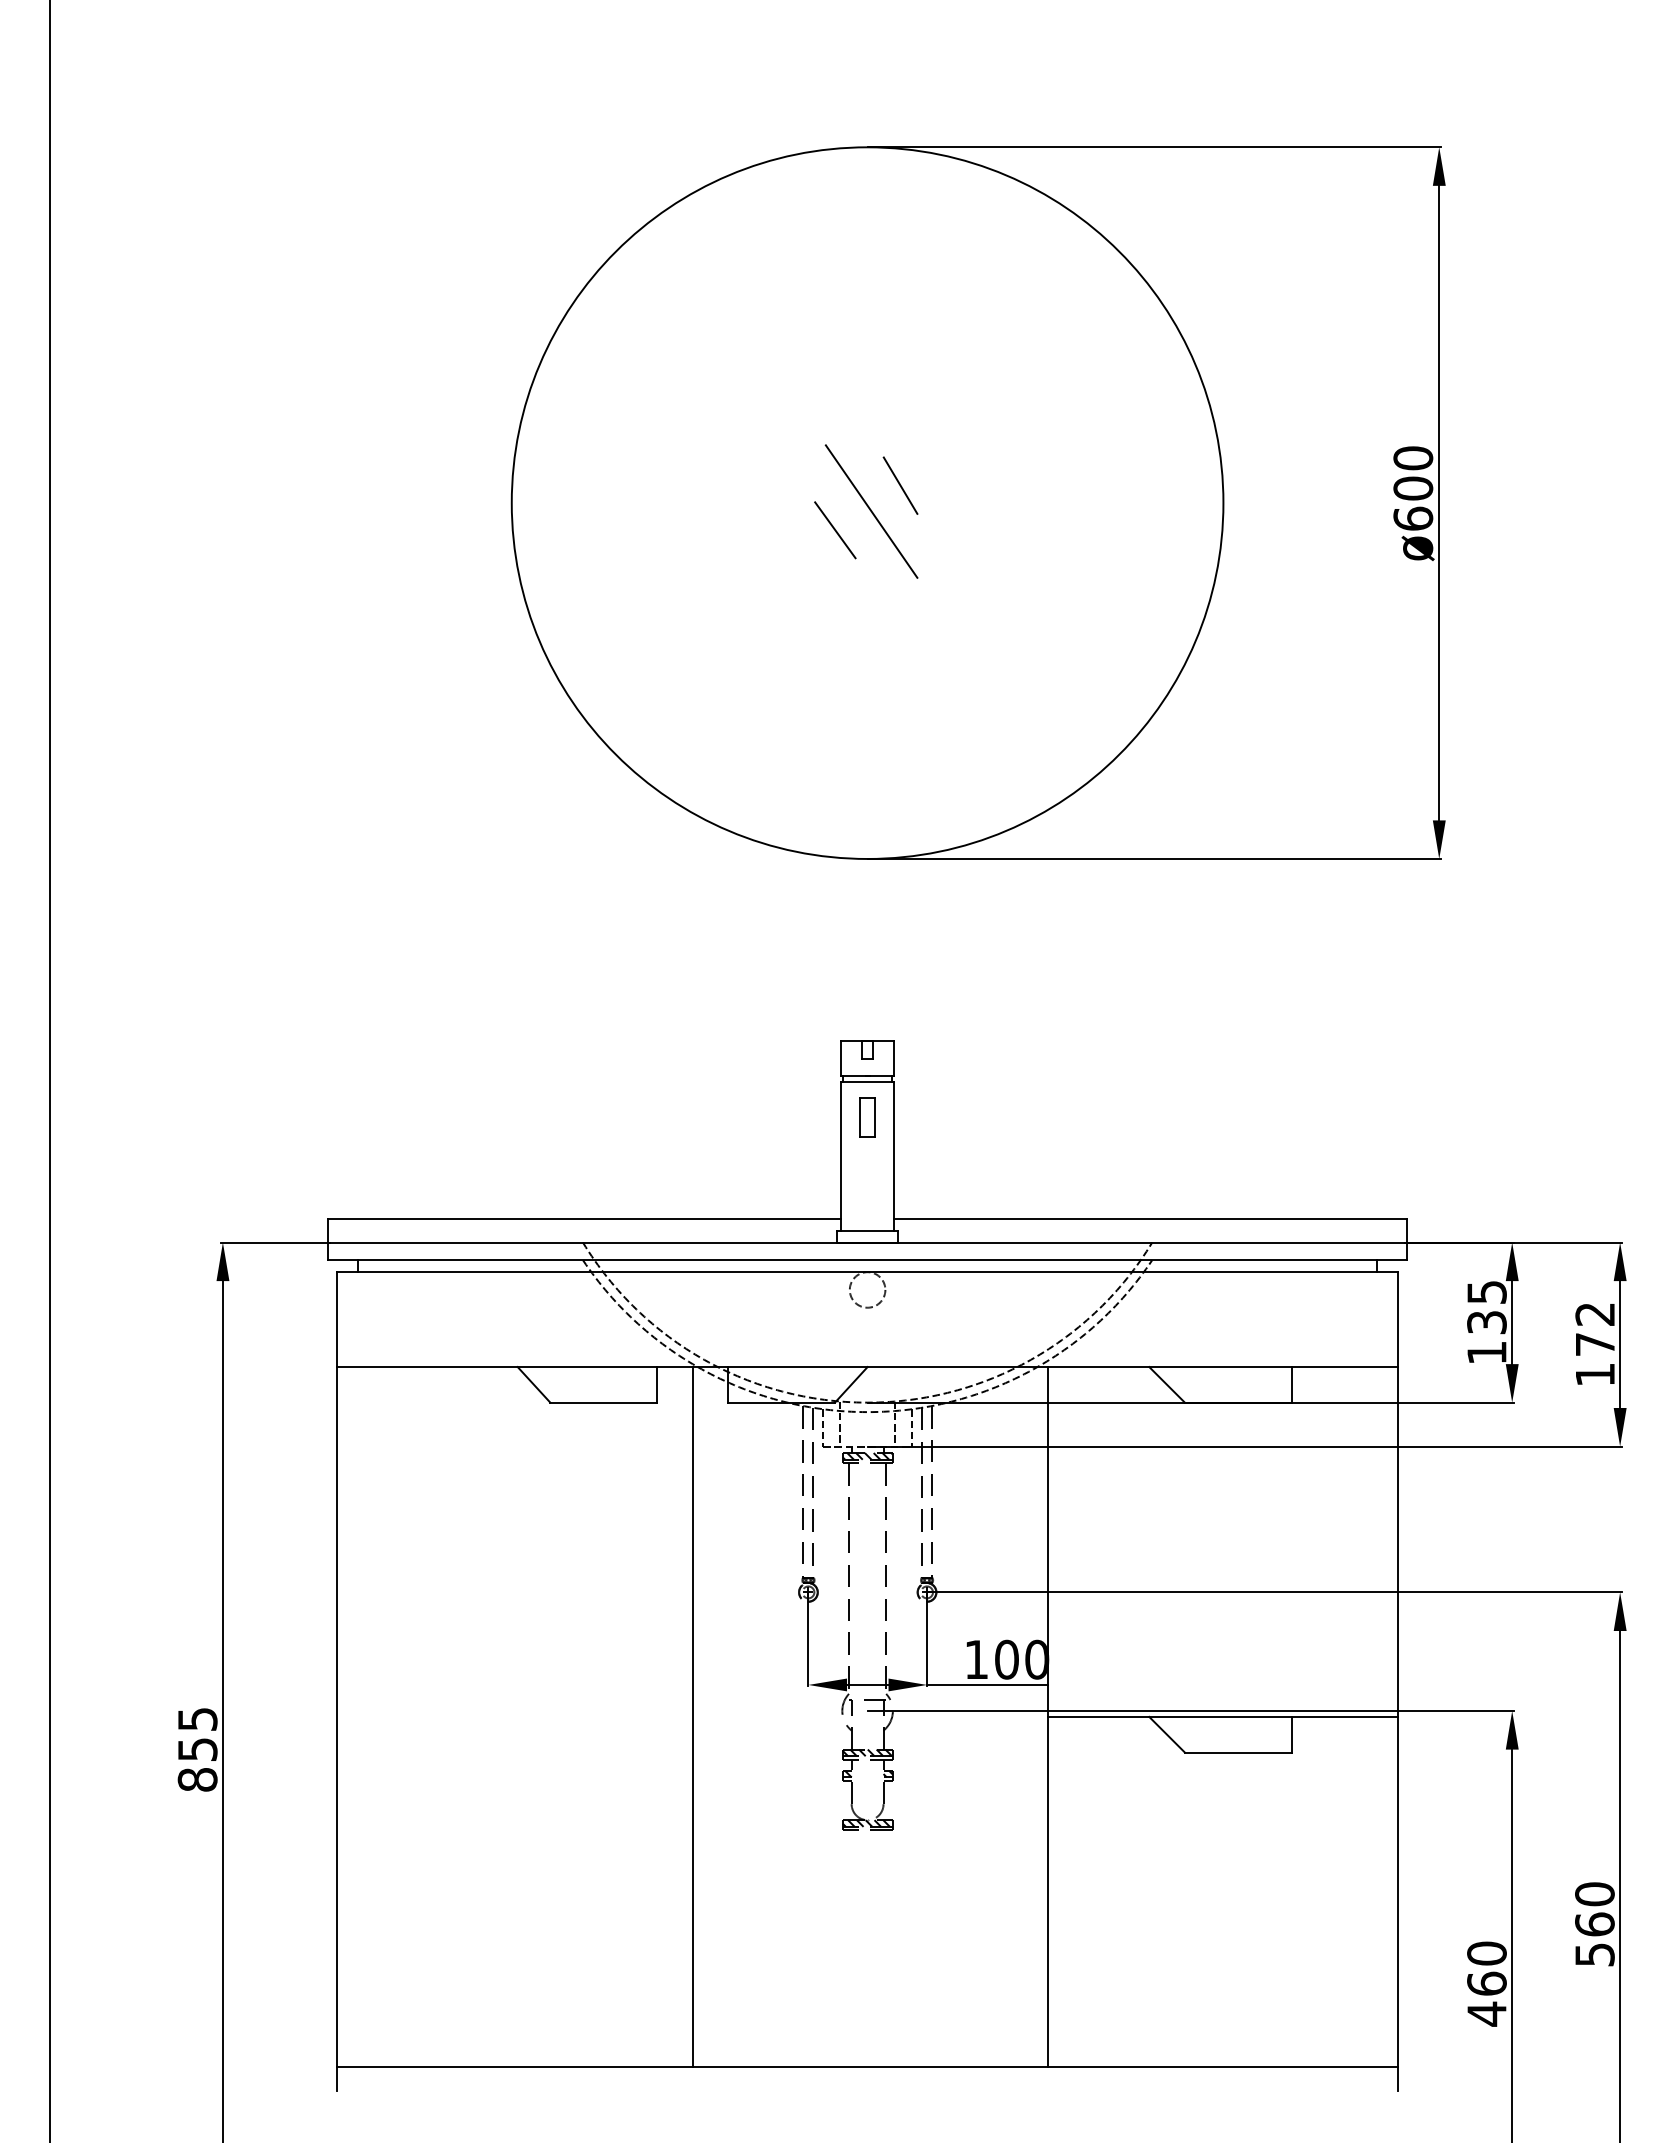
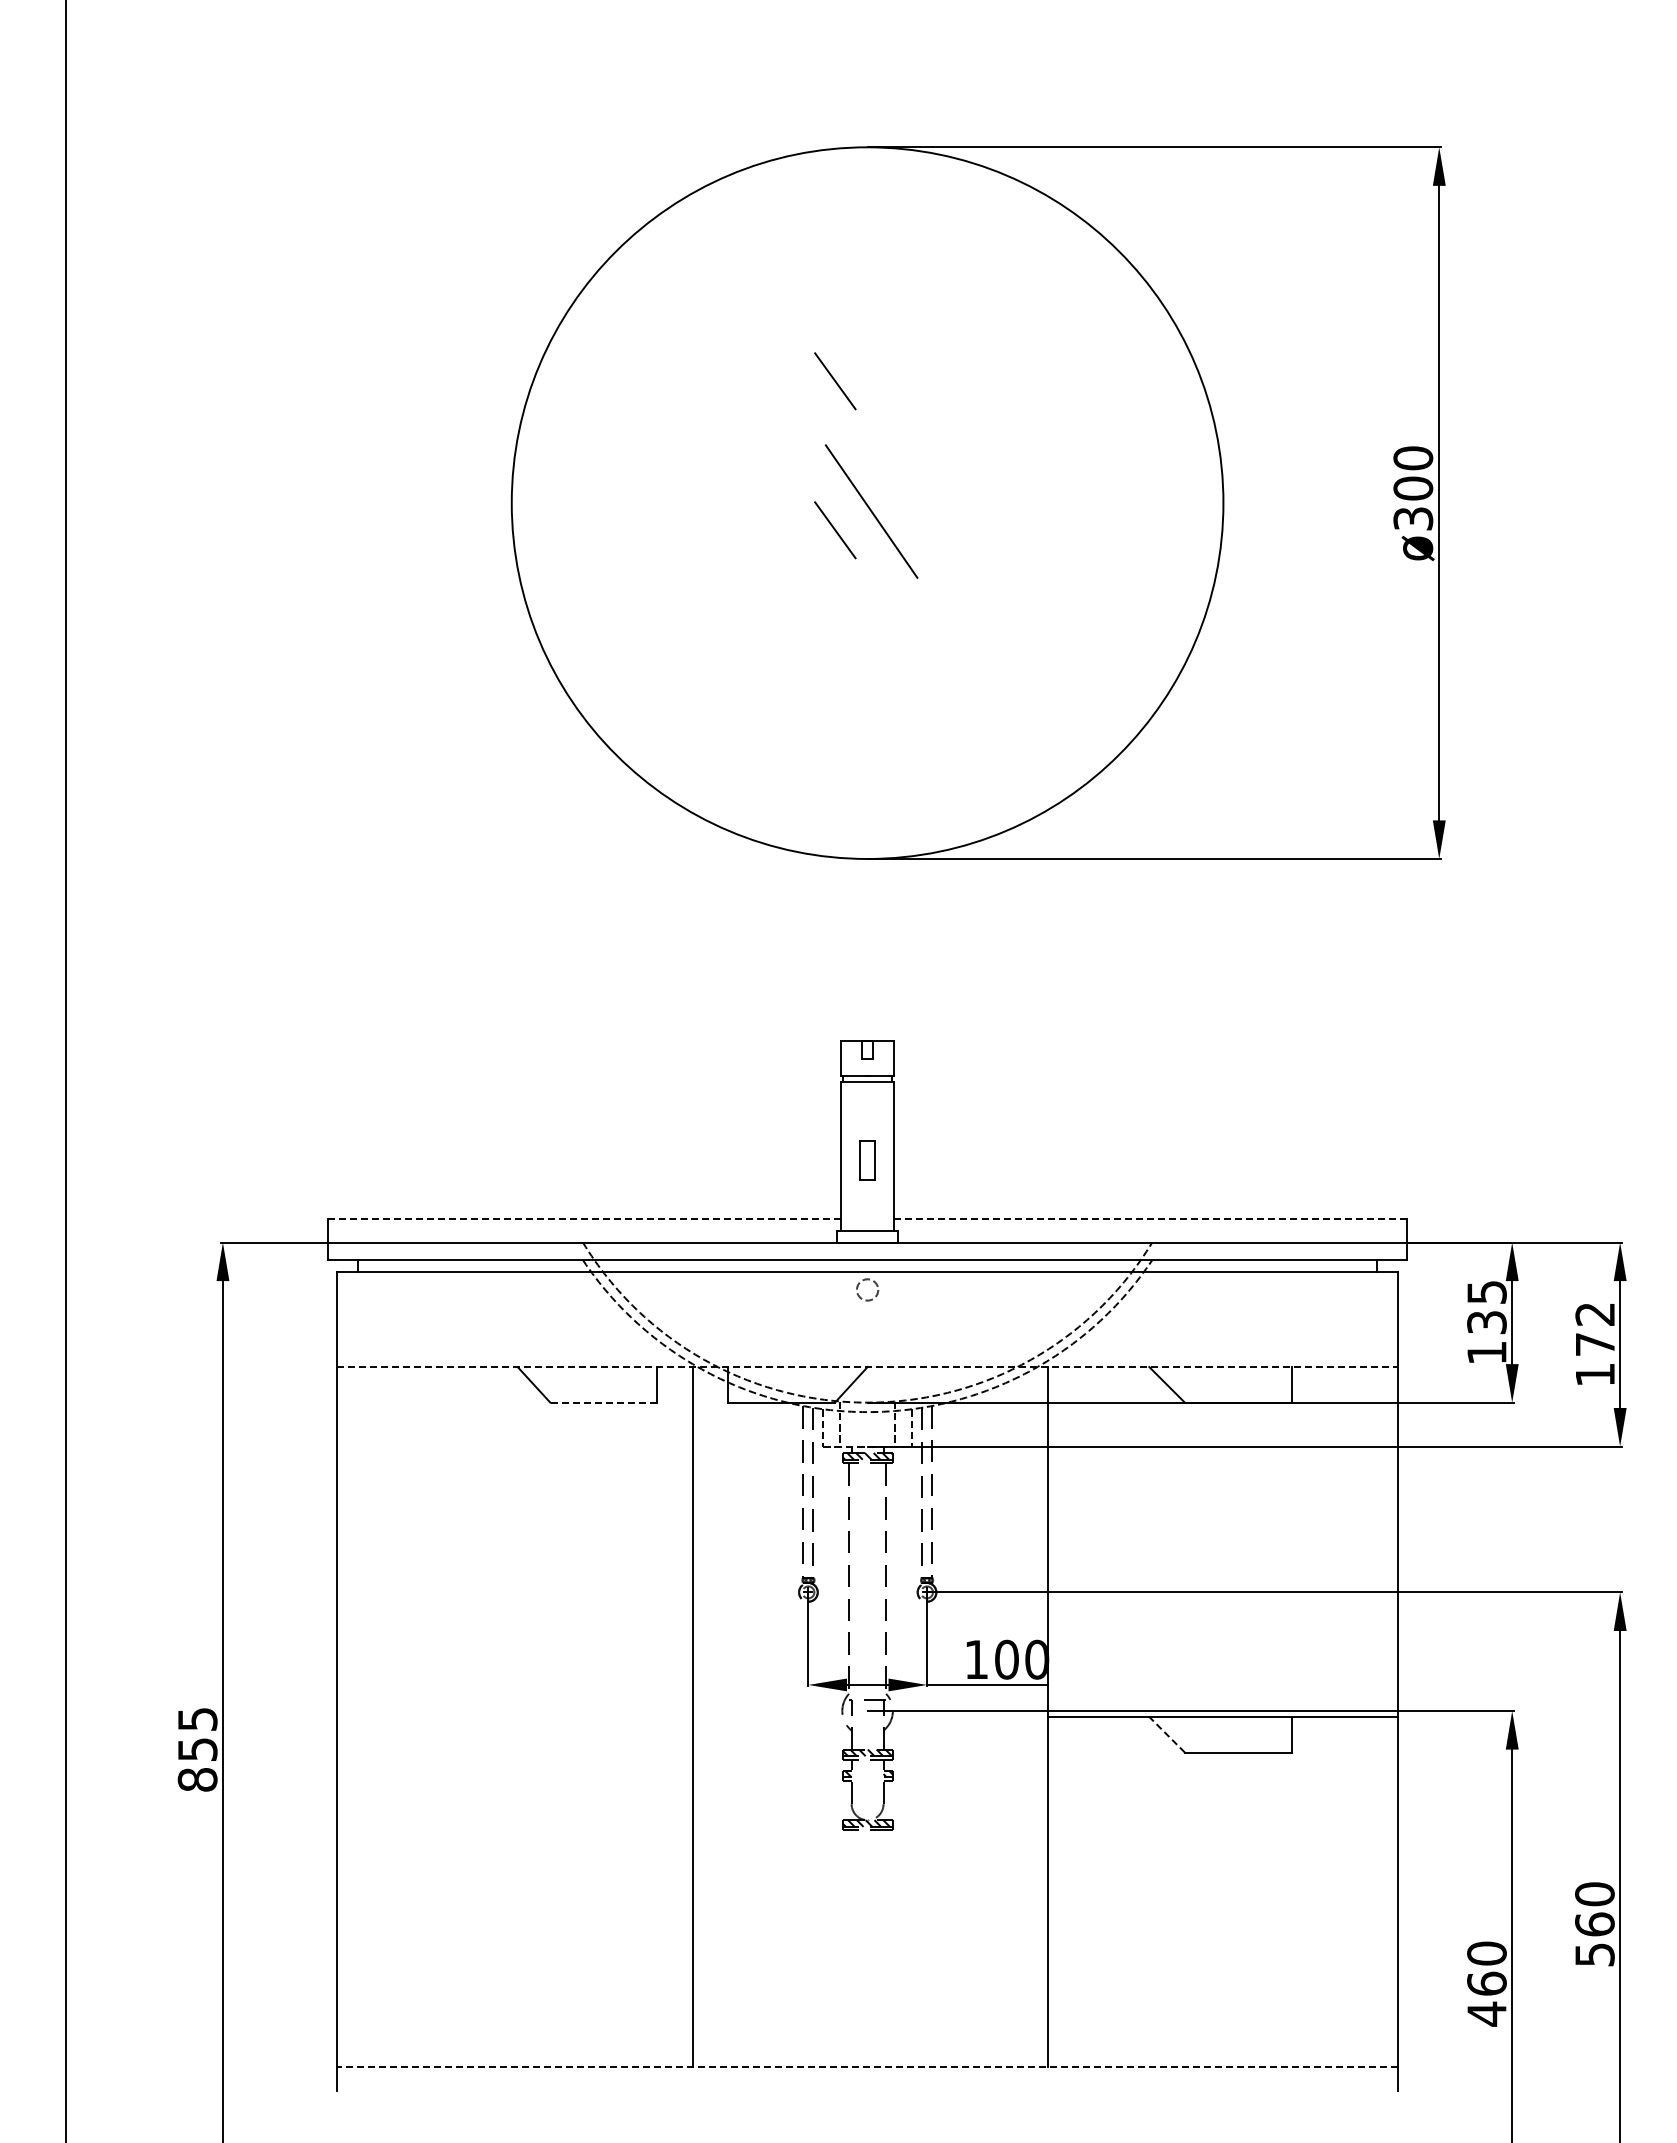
line at (835, 381): none -> present
line at (900, 485): present -> none
text at (1413, 518): ø600 -> ø300
line at (50, 1070) position: (50, 1070) -> (66, 1070)
part at (867, 1117) position: (867, 1117) -> (867, 1160)
line at (584, 1218): solid -> dashed
line at (1151, 1218): solid -> dashed
circle at (867, 1289) diameter: 36 px -> 21 px
line at (867, 1367): solid -> dashed
line at (603, 1402): solid -> dashed
line at (1166, 1734): solid -> dashed
line at (867, 2066): solid -> dashed
